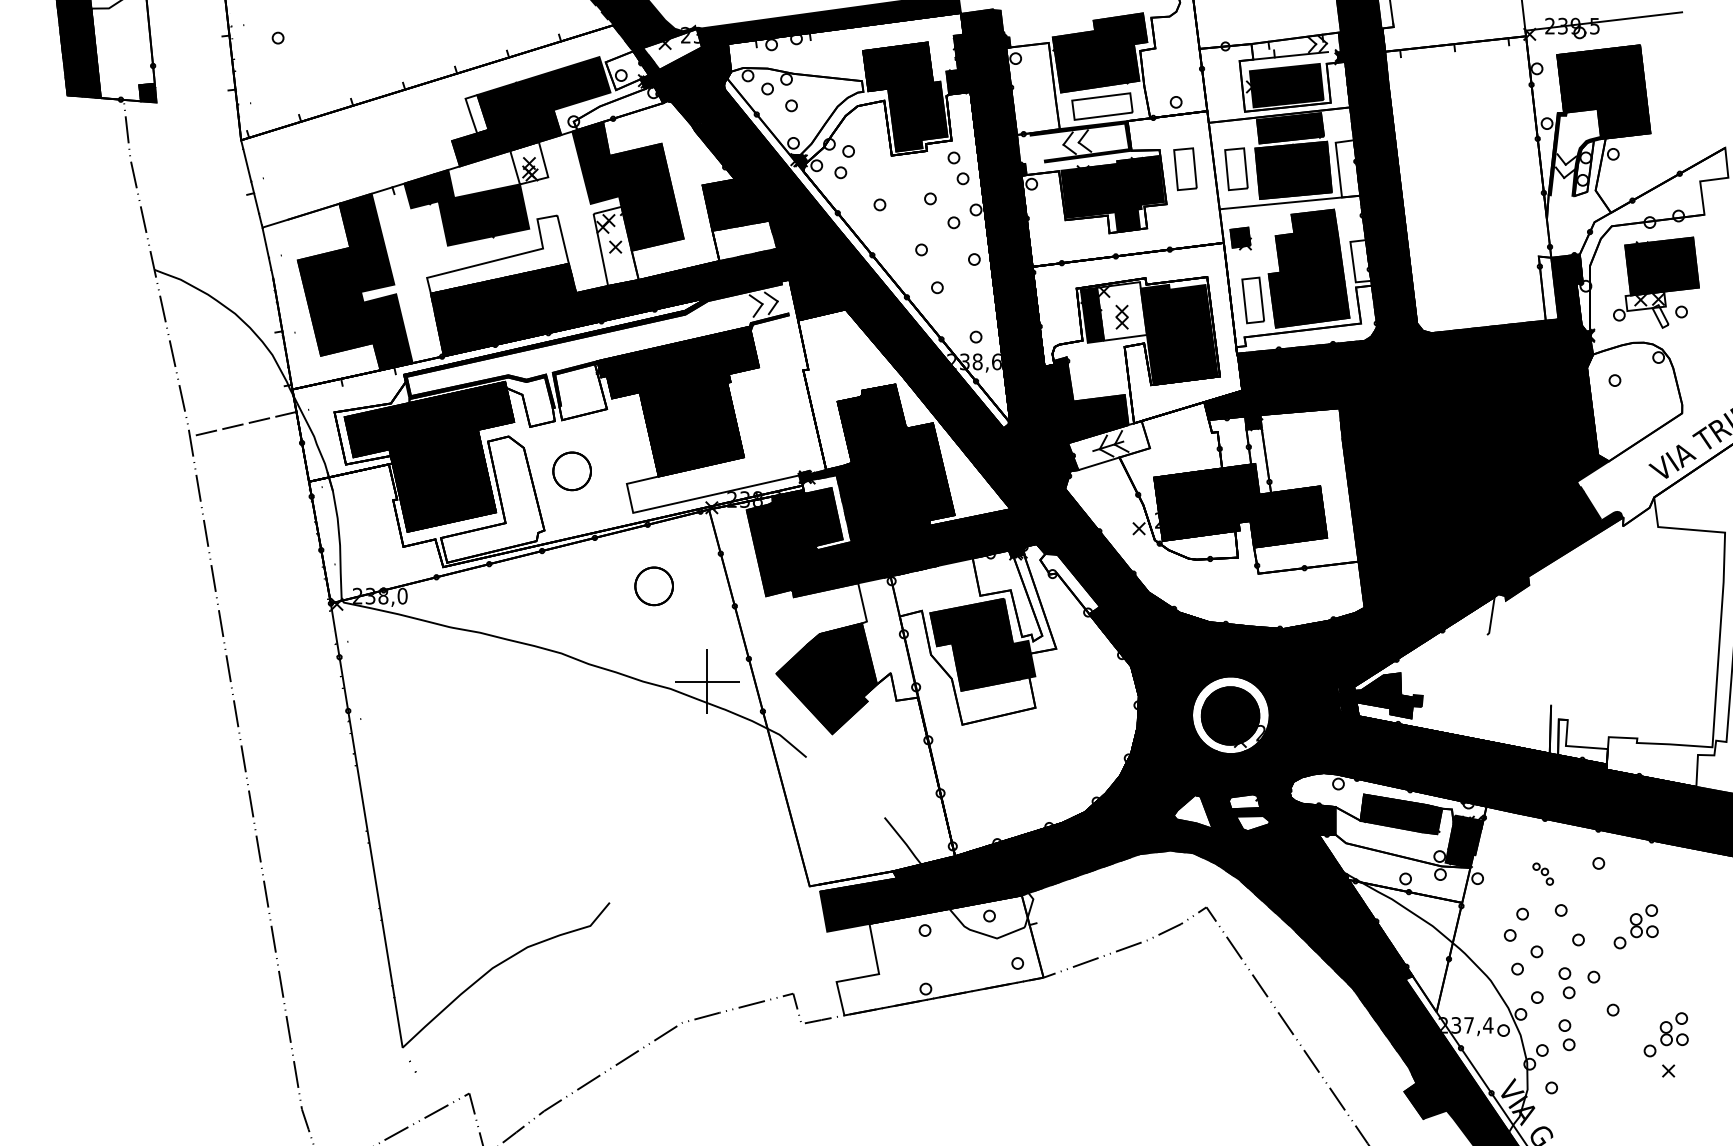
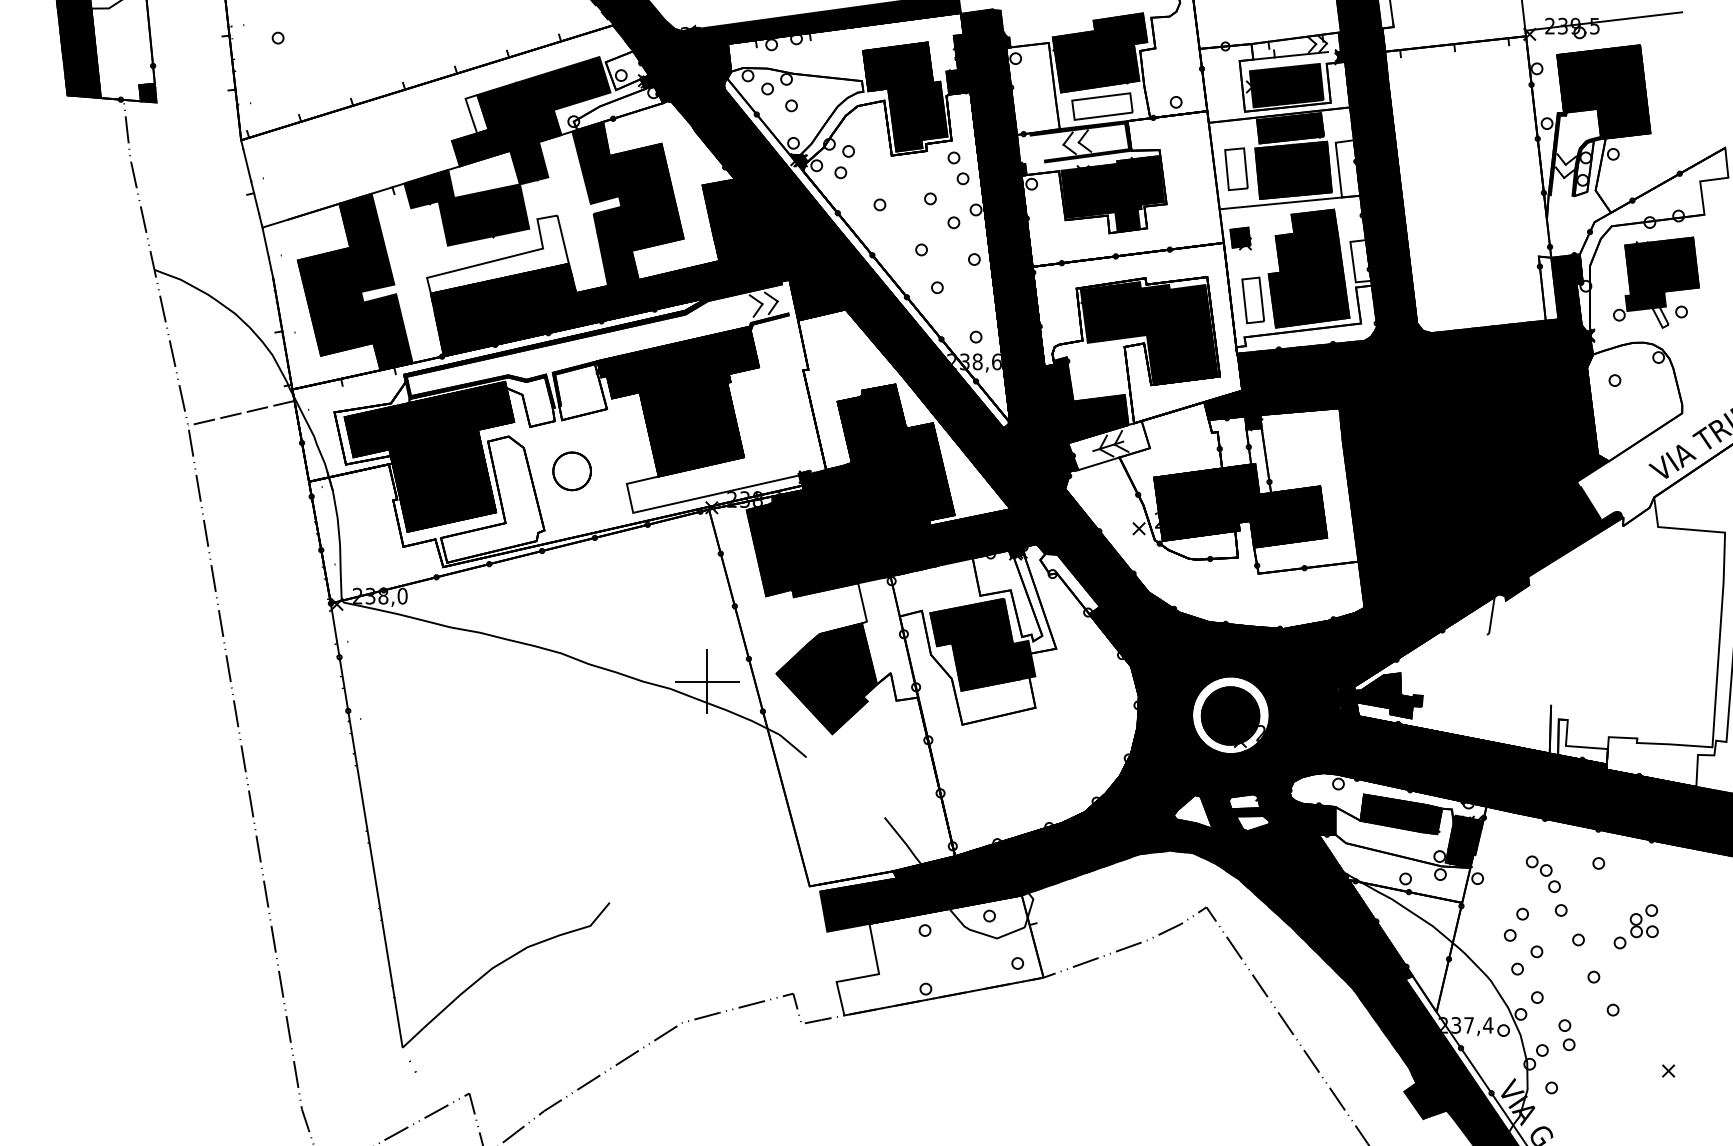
fill at (672, 49): none -> present
fill at (529, 162): none -> present
part at (1185, 169): present -> none
fill at (744, 240): none -> present
fill at (615, 246): none -> present
fill at (1645, 301): none -> present
fill at (1121, 311): none -> present
line at (243, 423) position: (243, 423) -> (241, 412)
fill at (826, 512): none -> present
part at (653, 586): present -> none
part at (1543, 873) size: 23x24 px -> 36x38 px
part at (1566, 983): present -> none
part at (1665, 1034): present -> none
